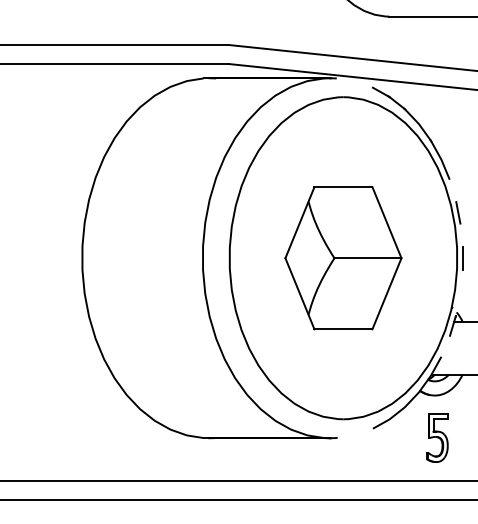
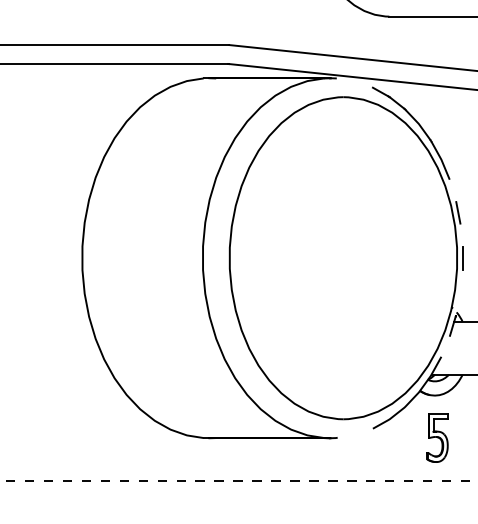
part at (343, 258): present -> none
line at (239, 480): solid -> dashed
line at (238, 499): present -> none
